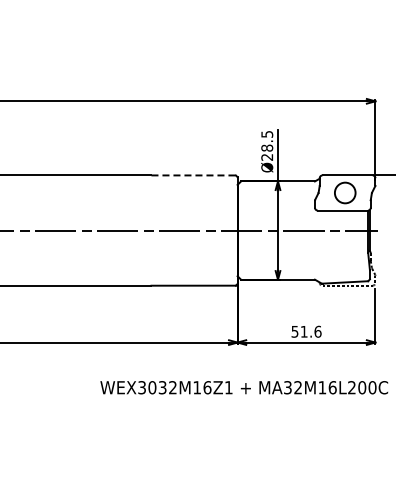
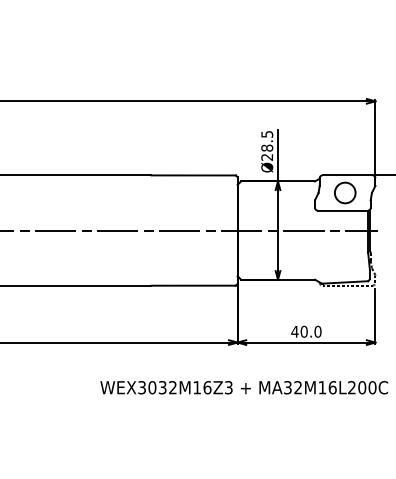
line at (194, 175): dashed -> solid
text at (306, 331): 51.6 -> 40.0
text at (228, 387): WEX3032M16Z1 -> WEX3032M16Z3
